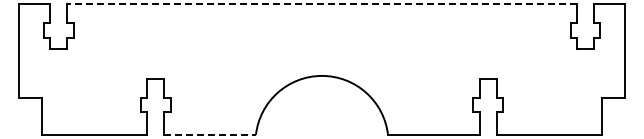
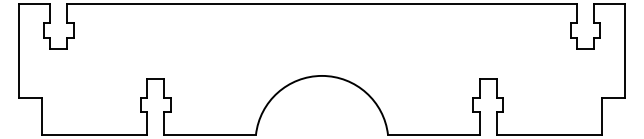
line at (321, 4): dashed -> solid
line at (210, 134): dashed -> solid
